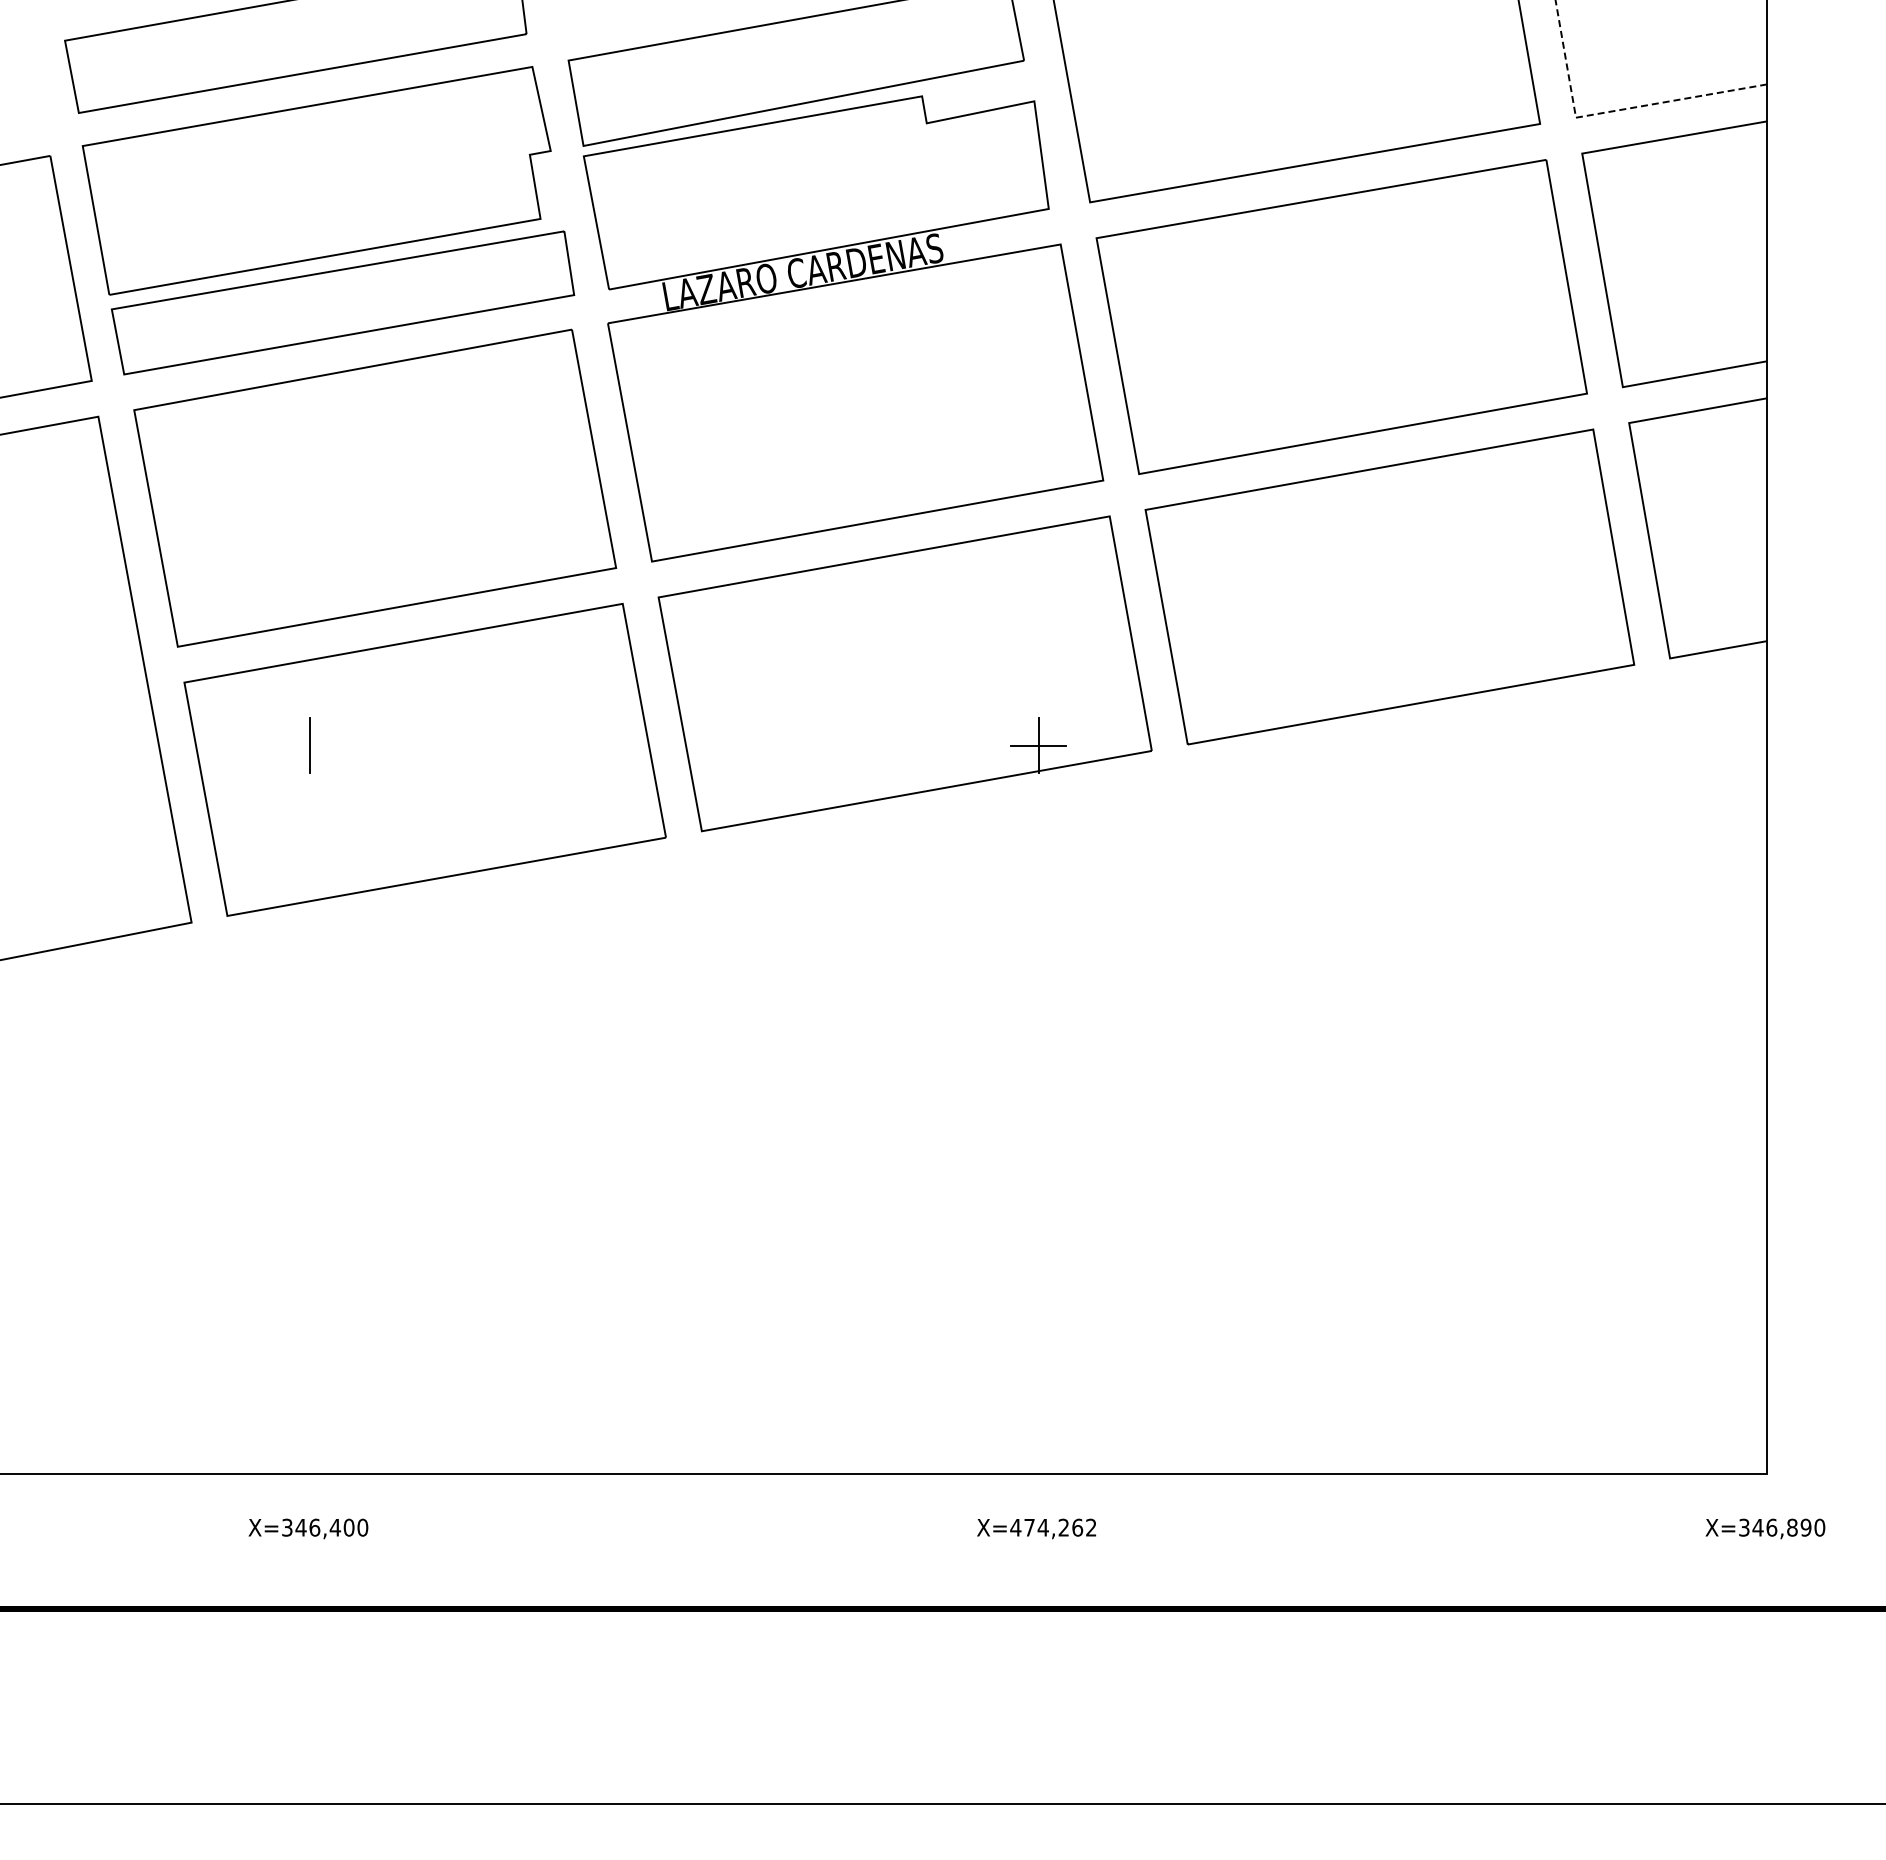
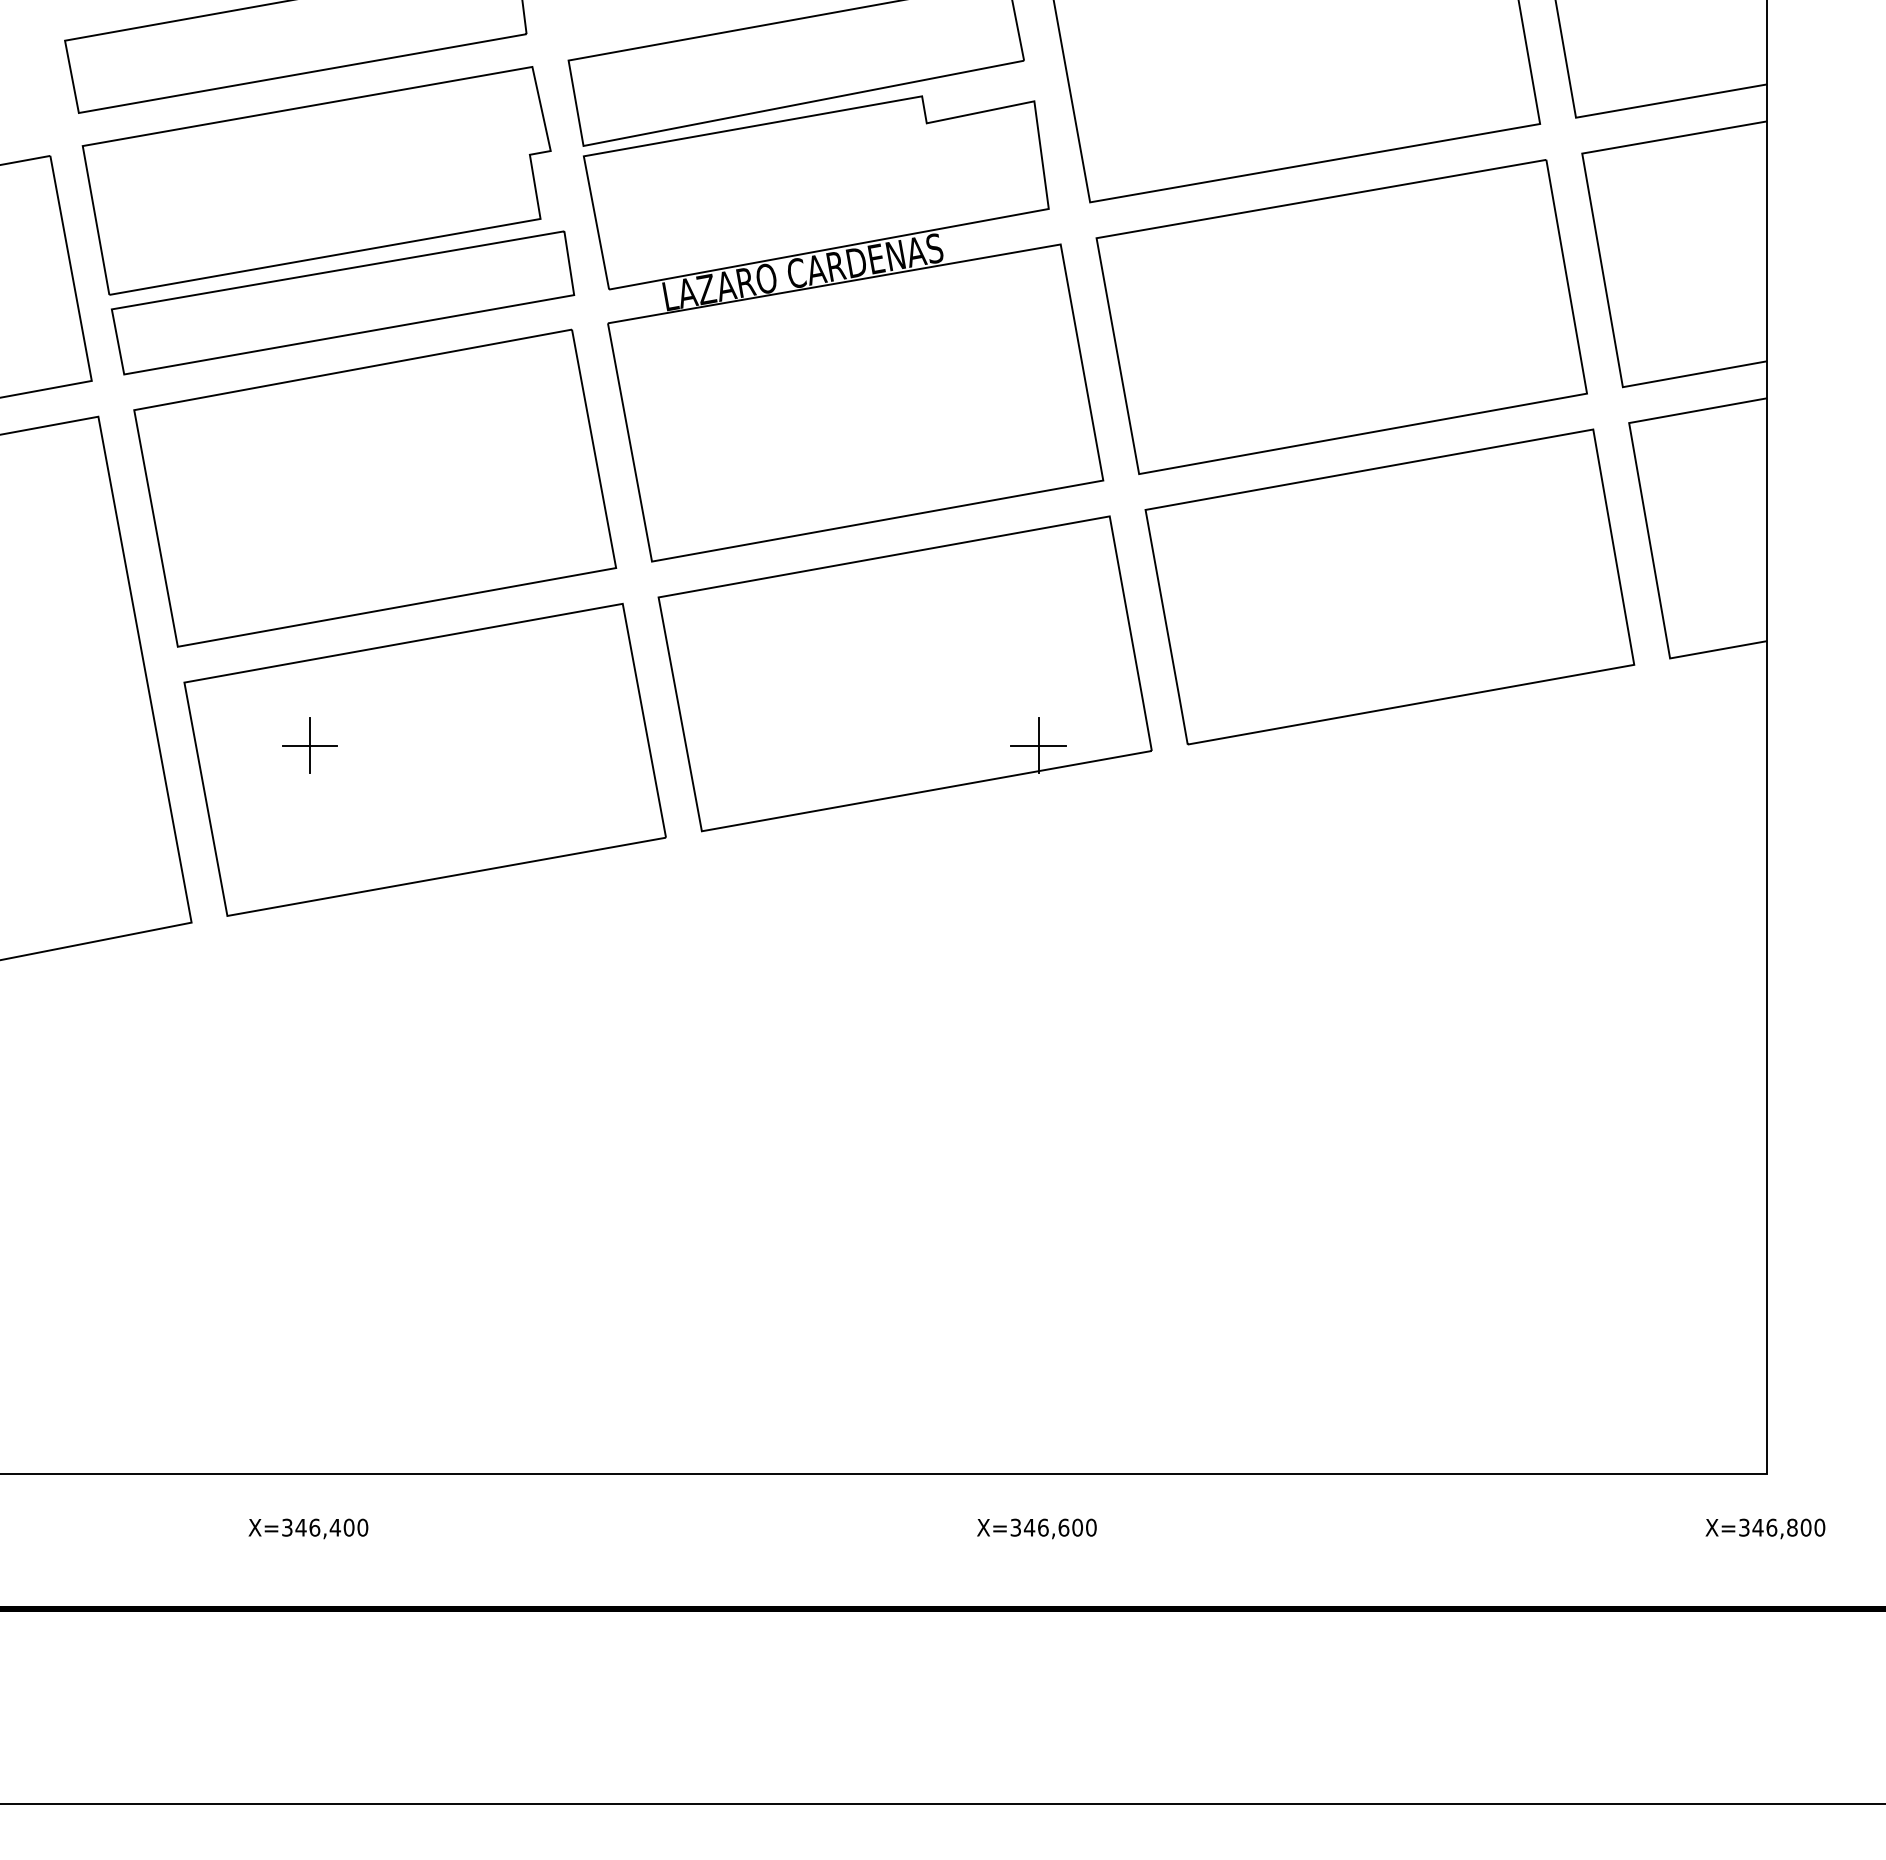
line at (1612, 111): dashed -> solid
line at (309, 745): none -> present
text at (1053, 1527): X=474,262 -> X=346,600
text at (1805, 1527): X=346,890 -> X=346,800
